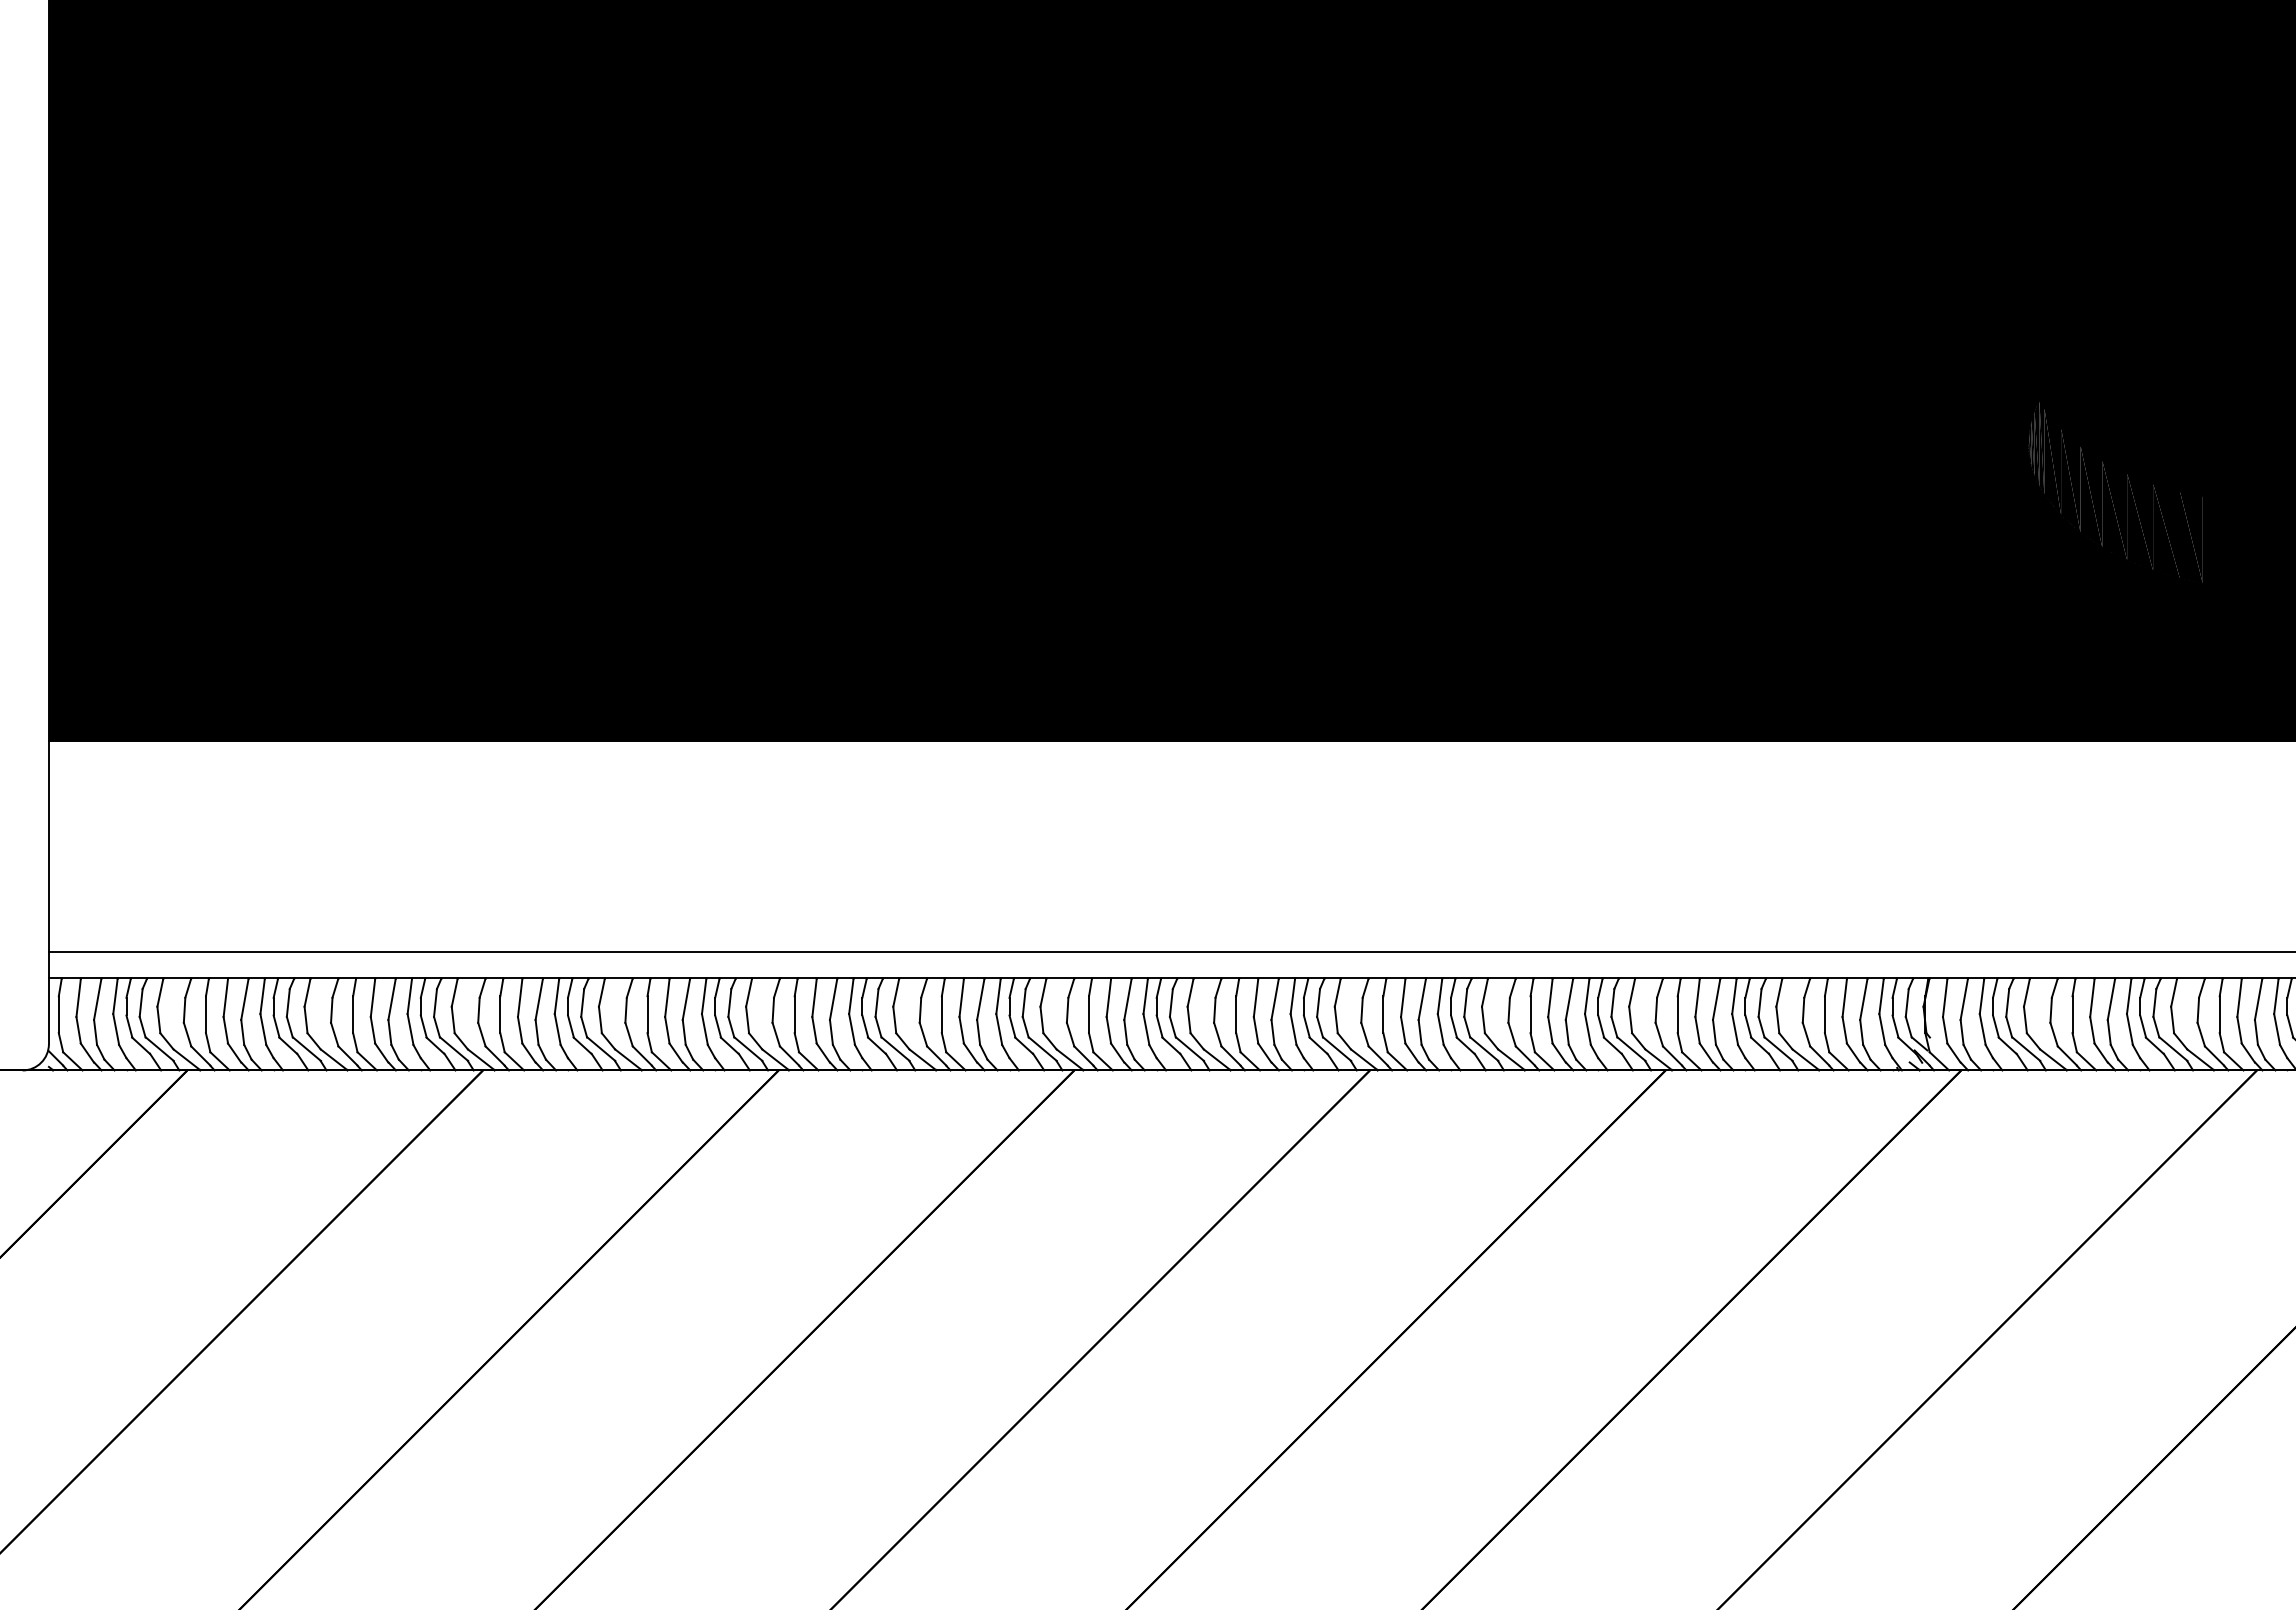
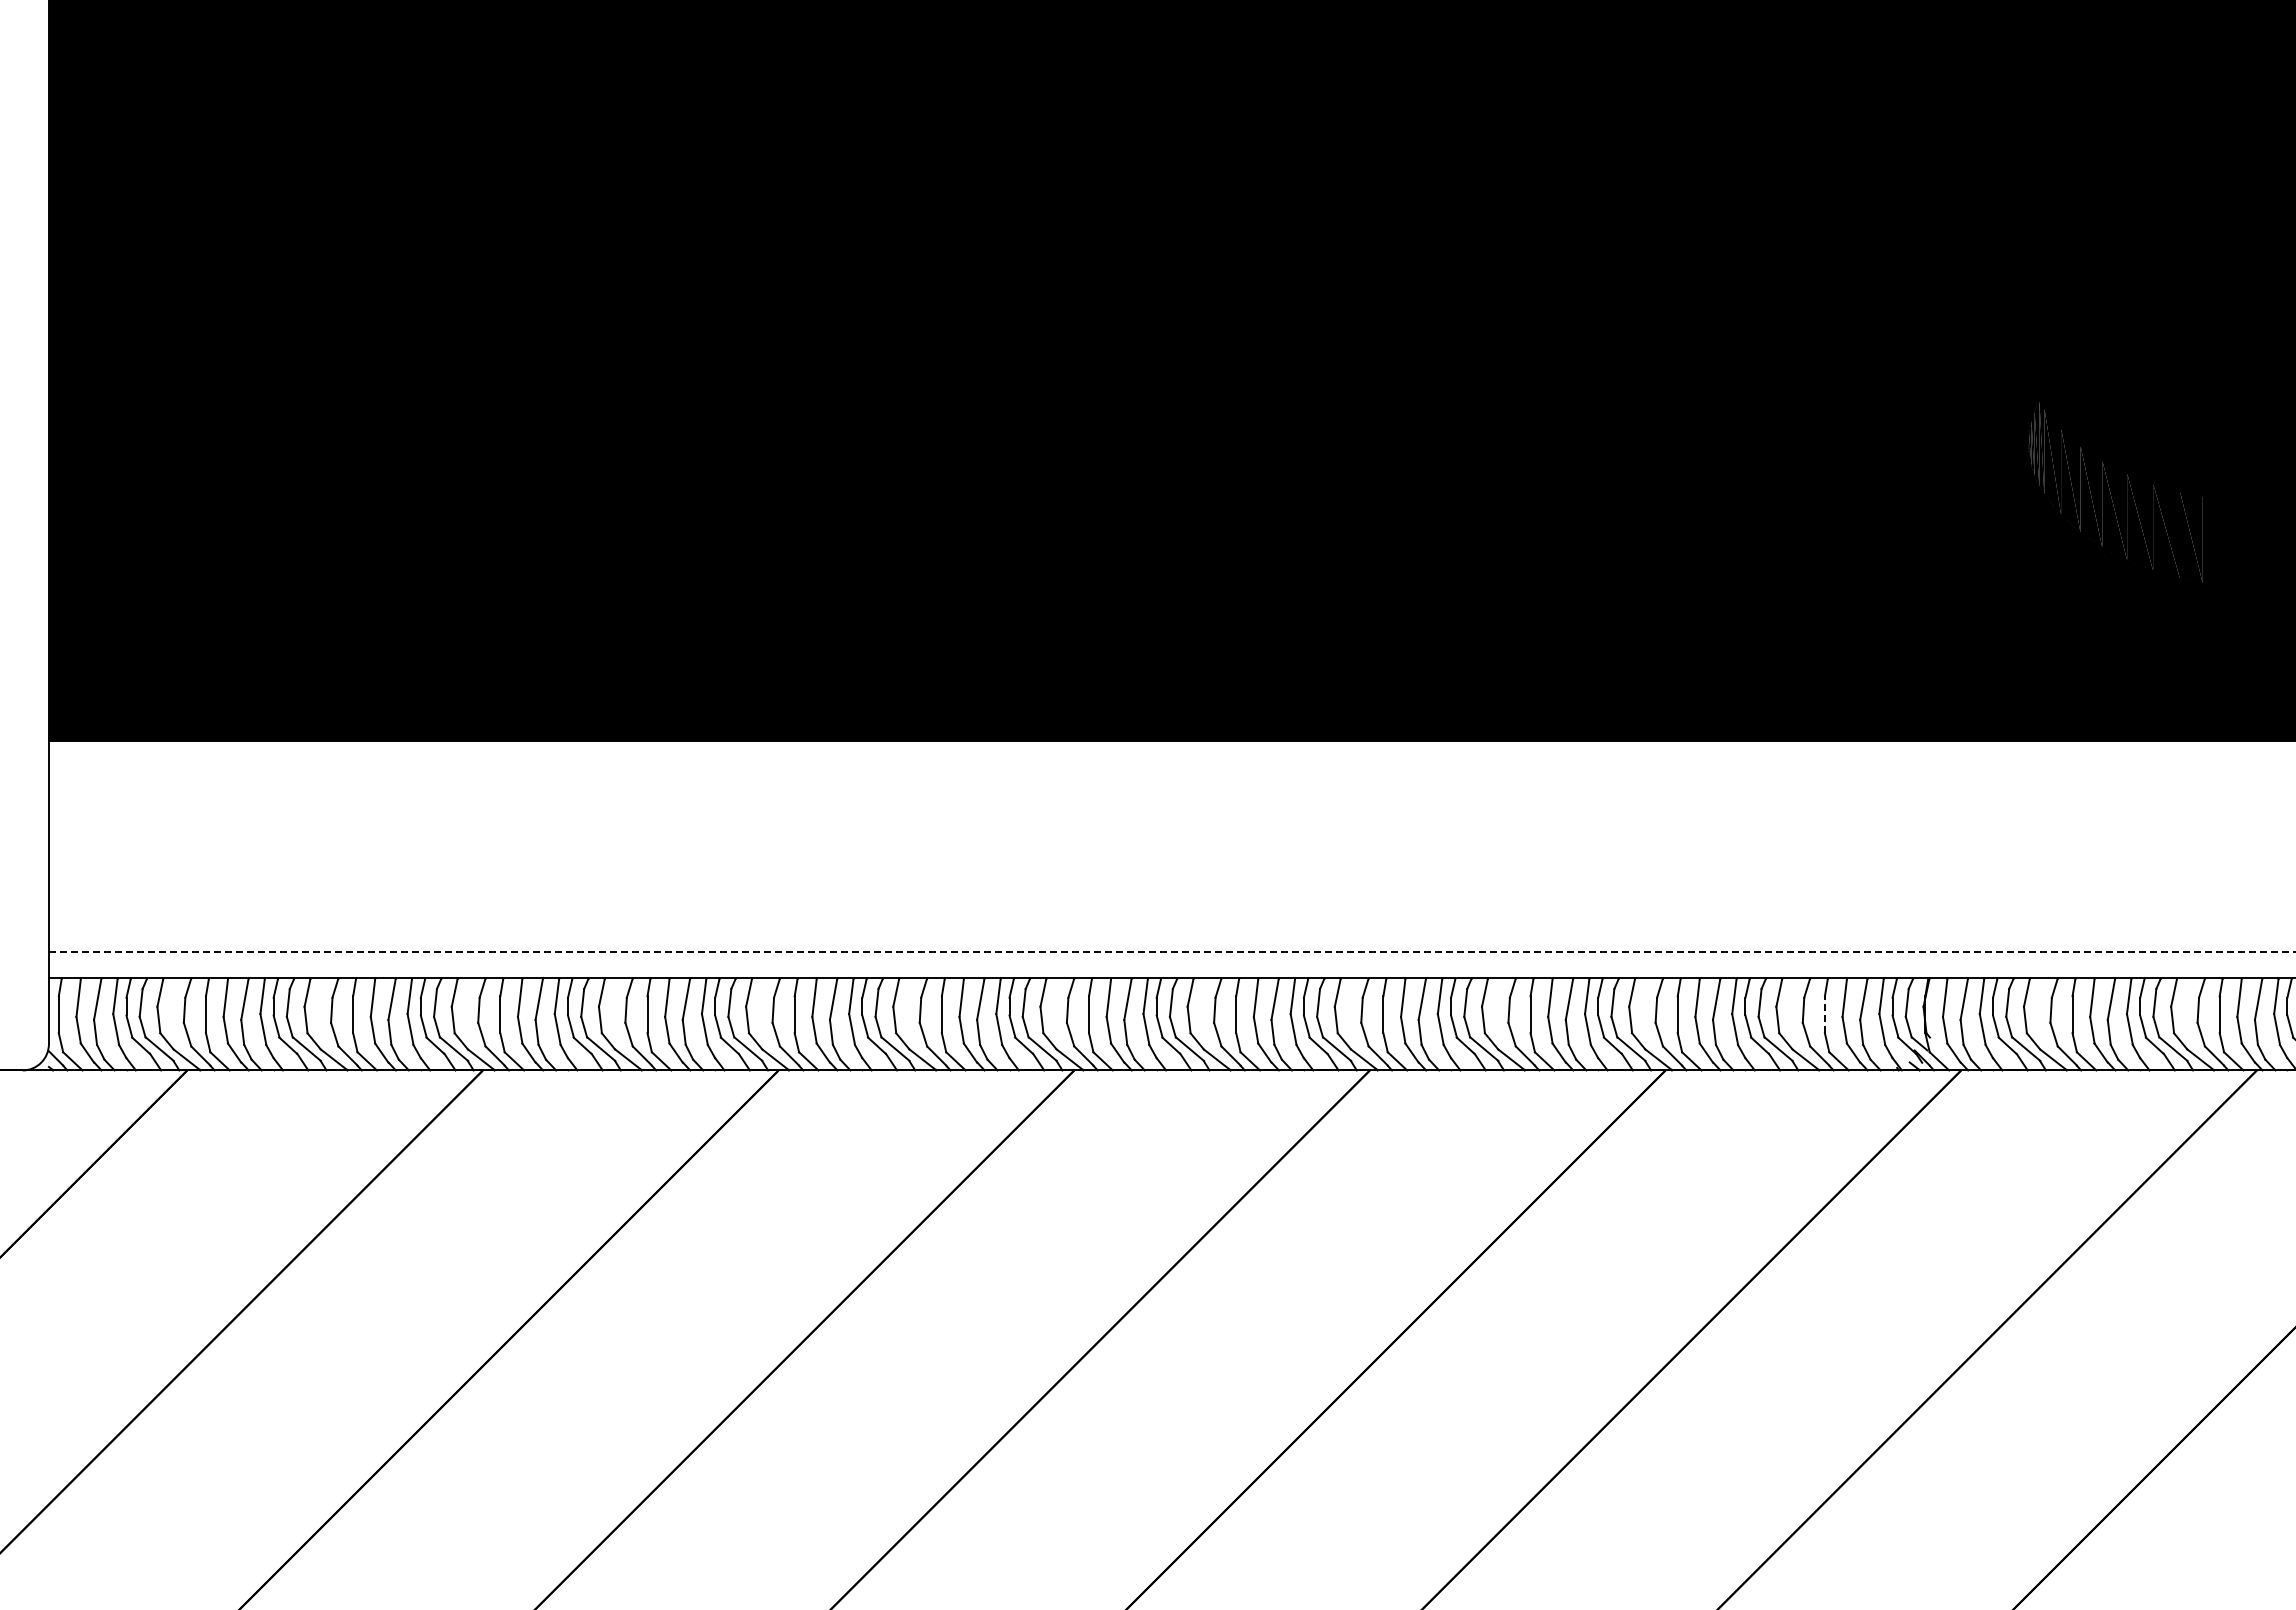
line at (1172, 951): solid -> dashed
line at (1824, 1014): solid -> dashed
